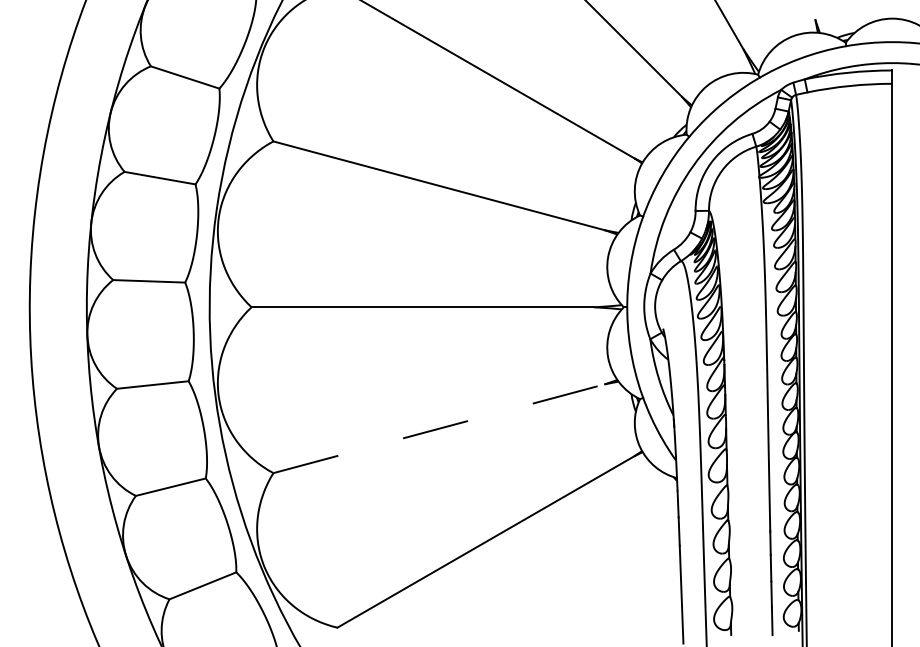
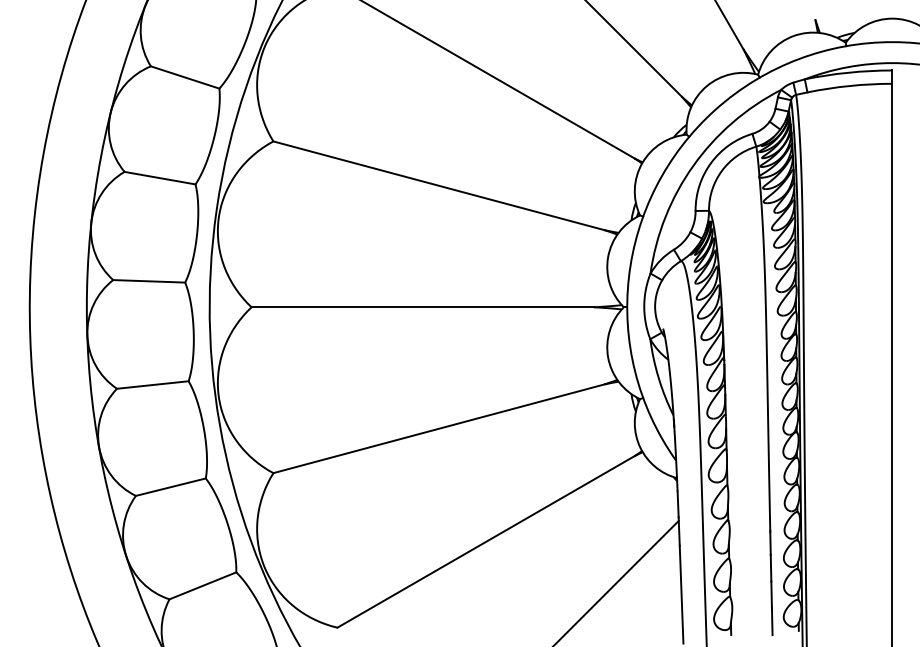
line at (439, 428): dashed -> solid
line at (617, 581): none -> present
